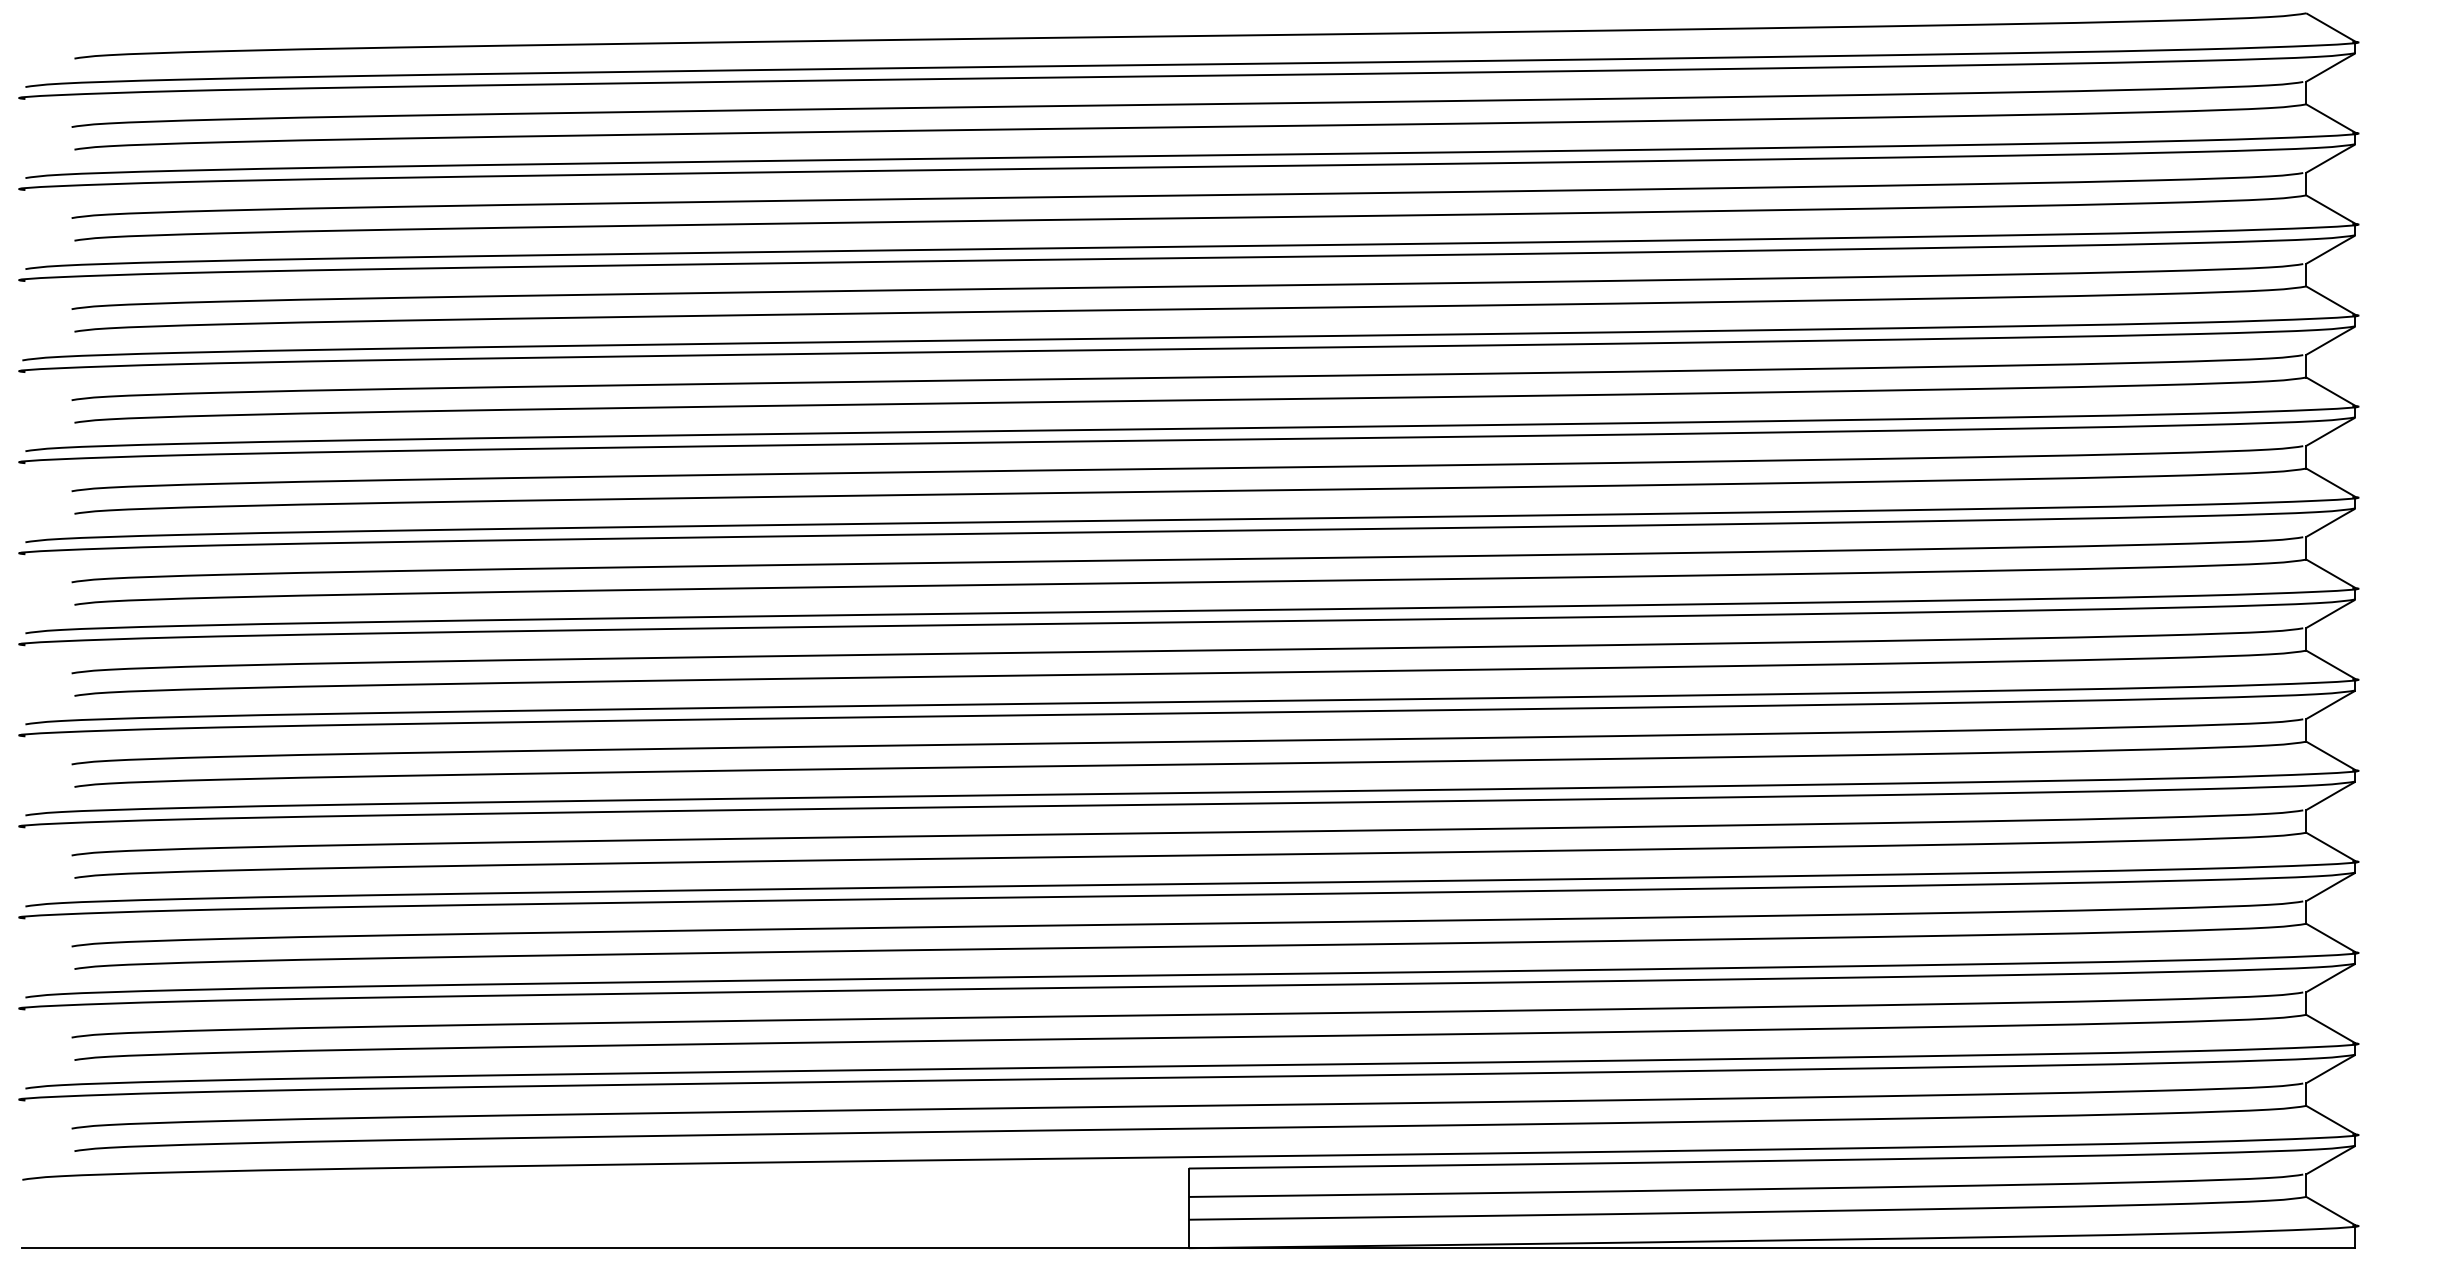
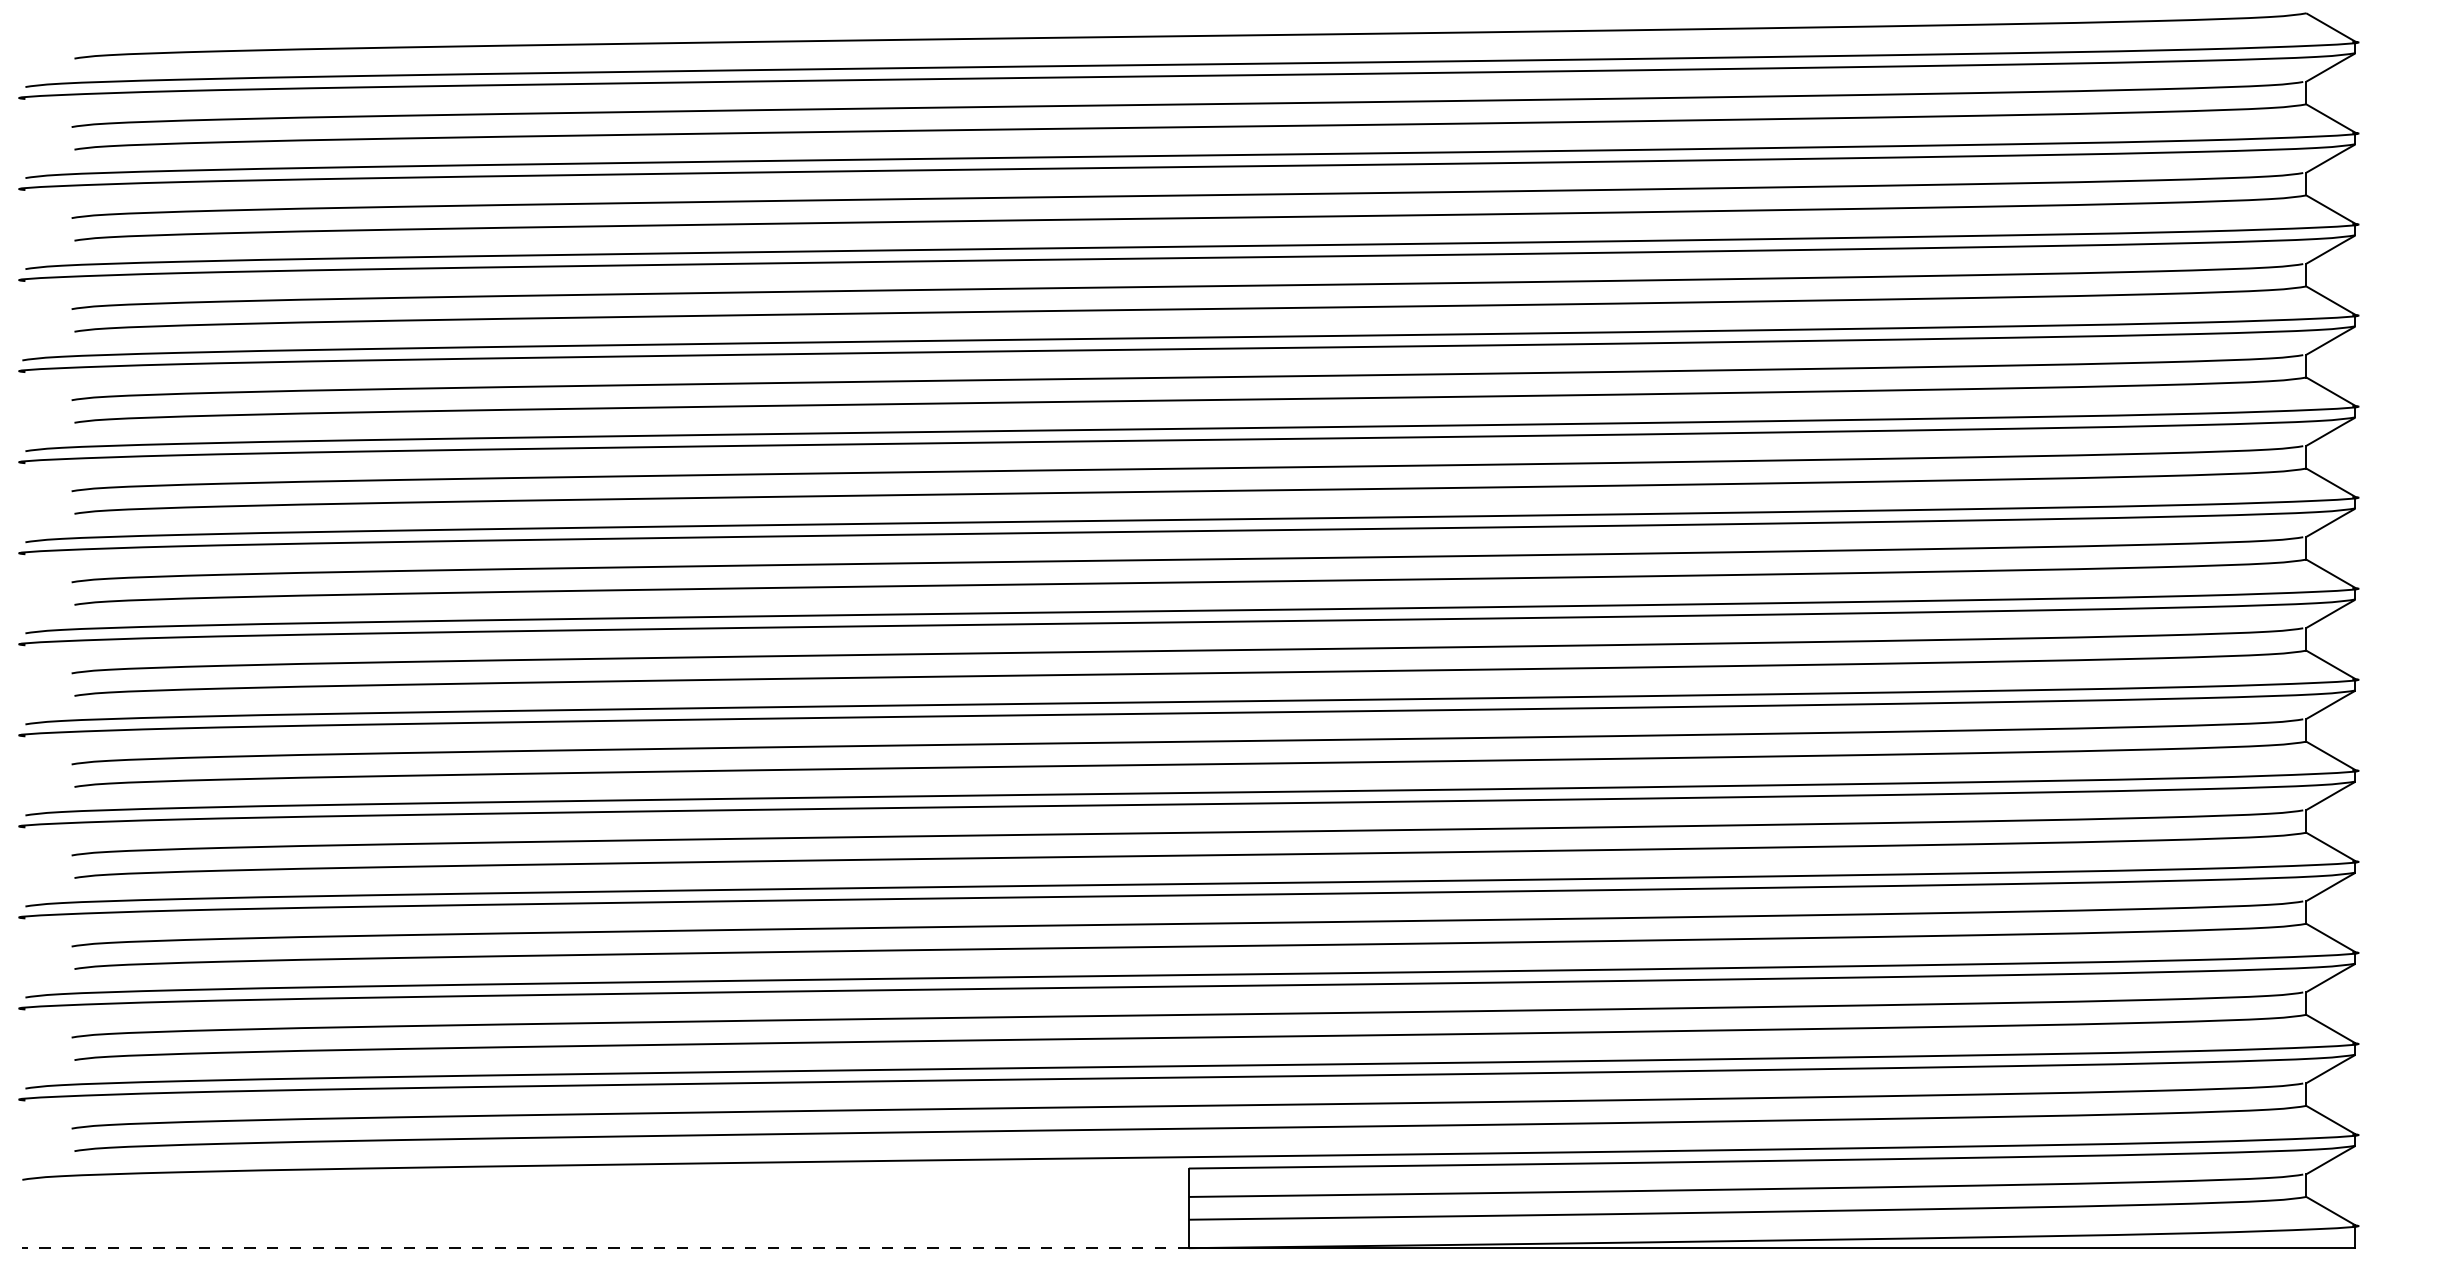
line at (605, 1248): solid -> dashed
